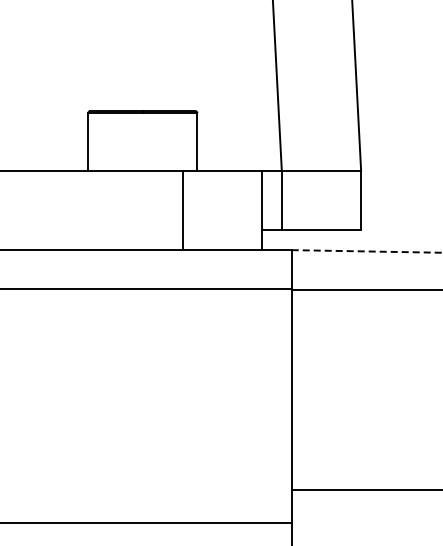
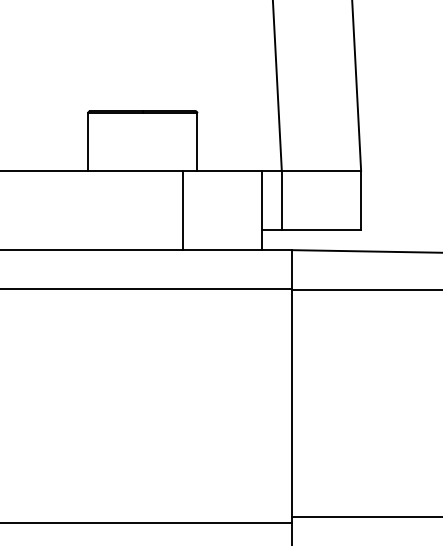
line at (367, 251): dashed -> solid
line at (365, 490) position: (365, 490) -> (365, 517)
